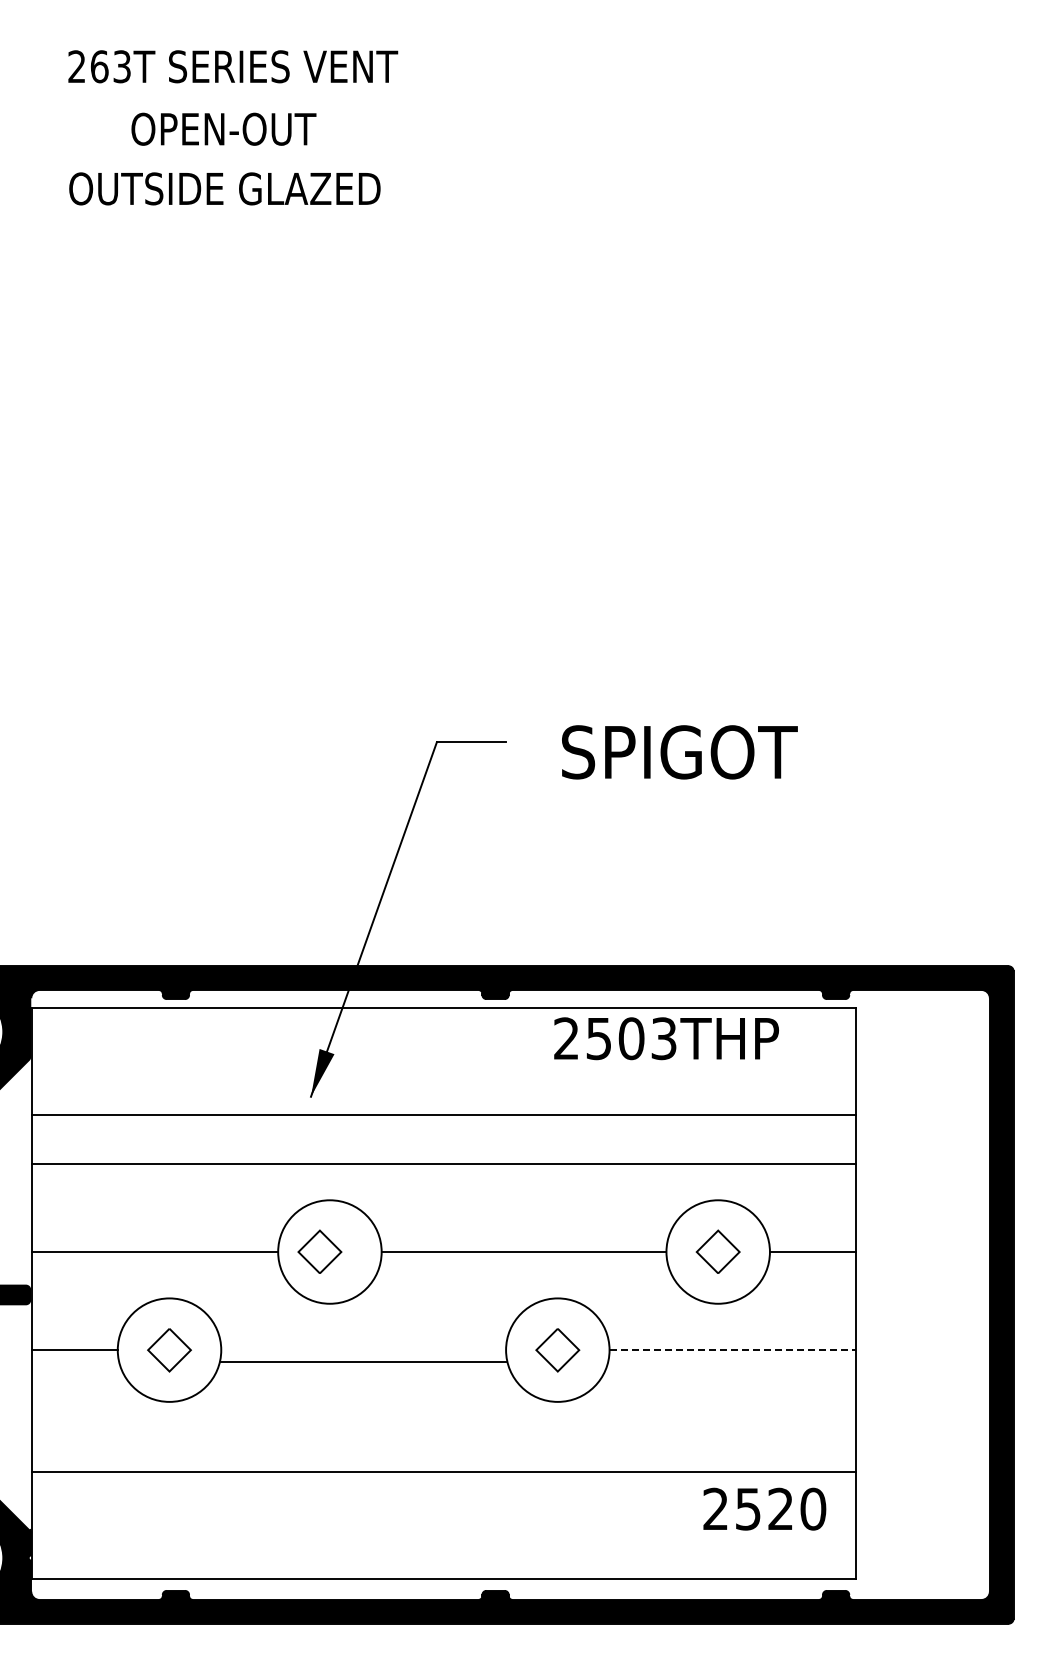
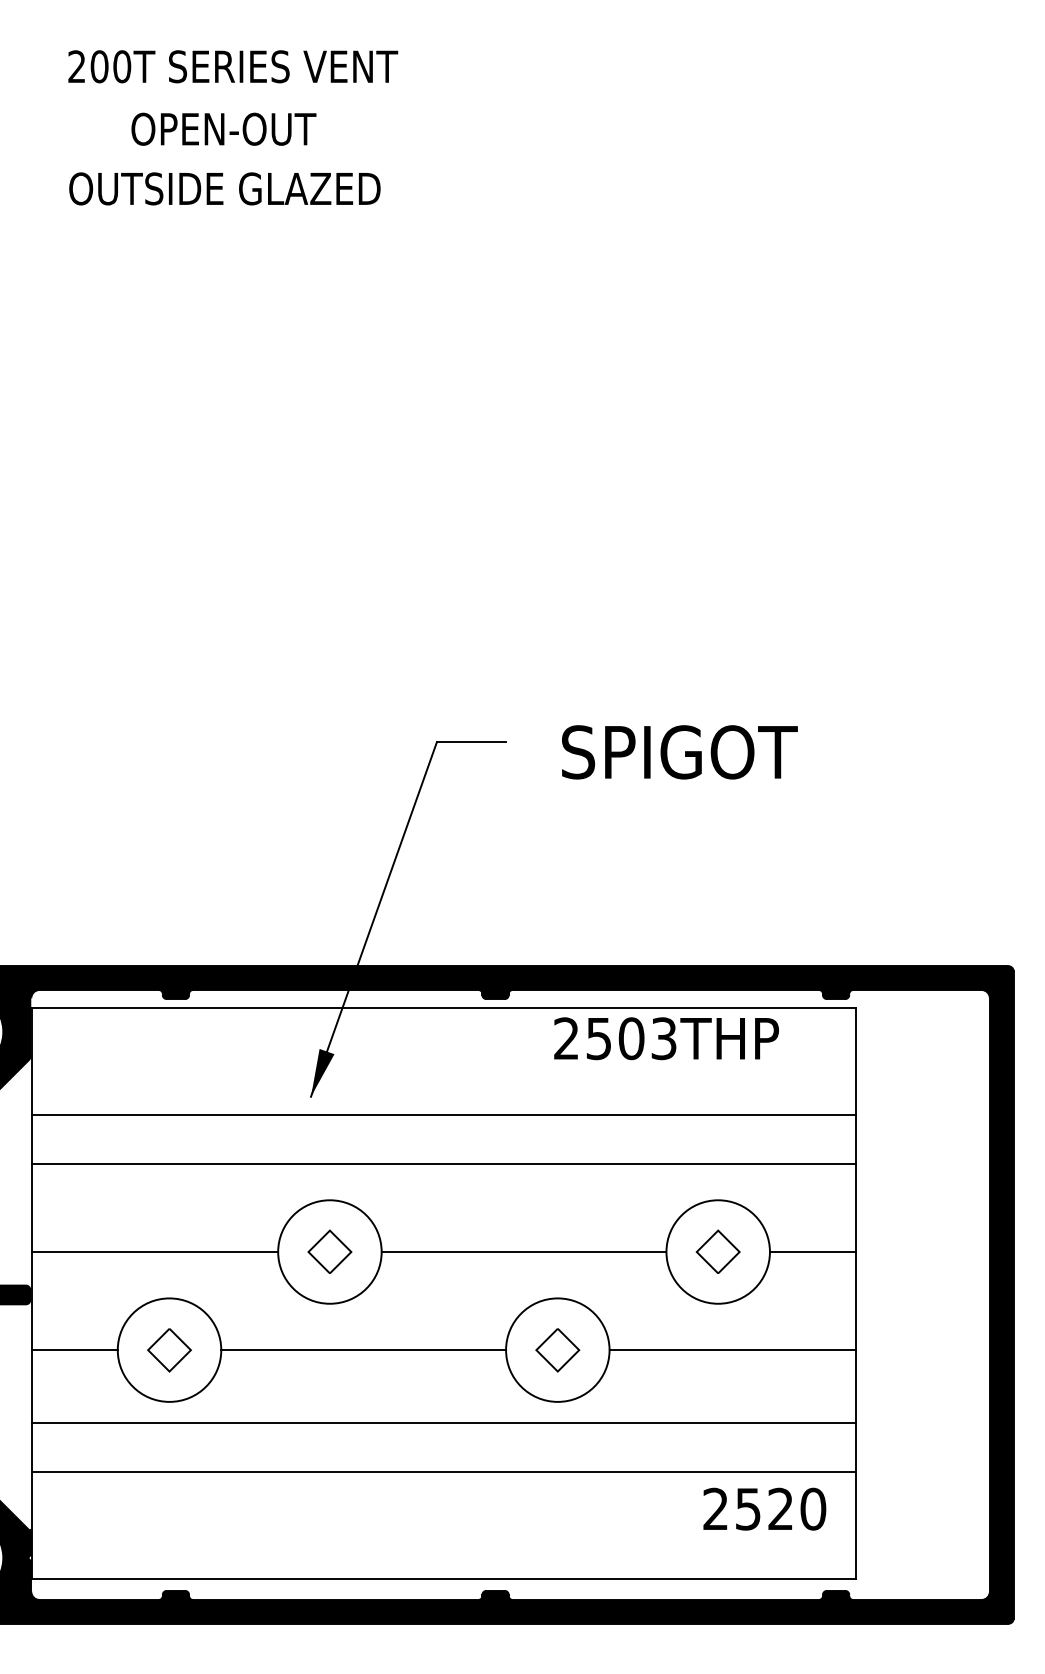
text at (110, 66): 263T -> 200T
part at (319, 1251) position: (319, 1251) -> (329, 1251)
line at (733, 1350): dashed -> solid
line at (363, 1362) position: (363, 1362) -> (363, 1350)
line at (443, 1423): none -> present
